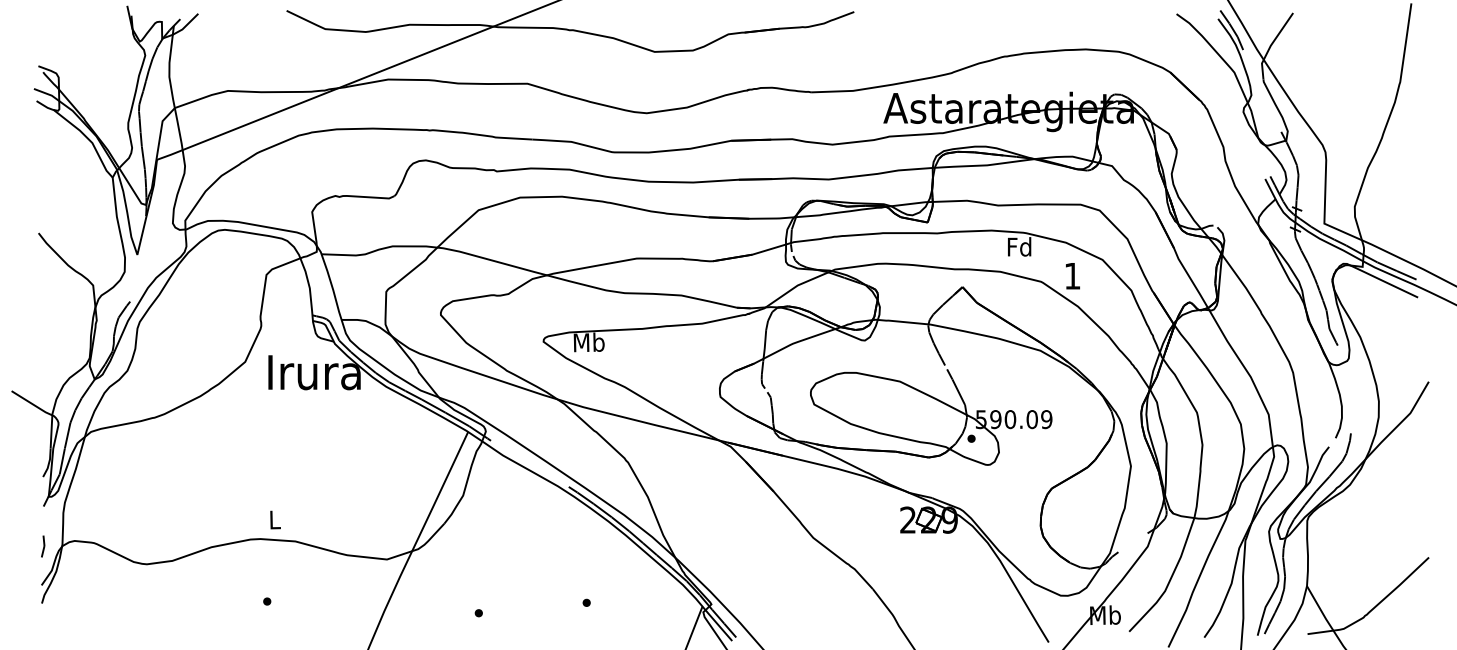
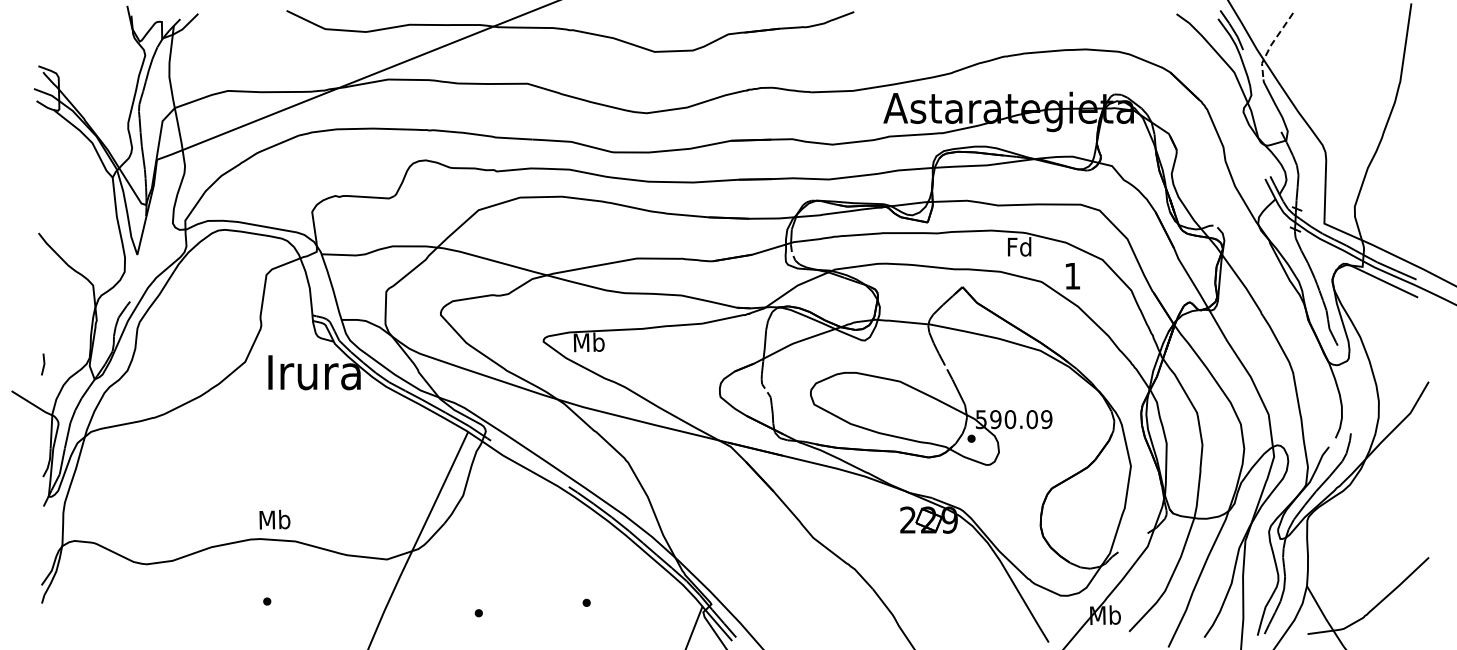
line at (1270, 45): solid -> dashed
text at (274, 519): L -> Mb
line at (43, 546) position: (43, 546) -> (43, 364)
